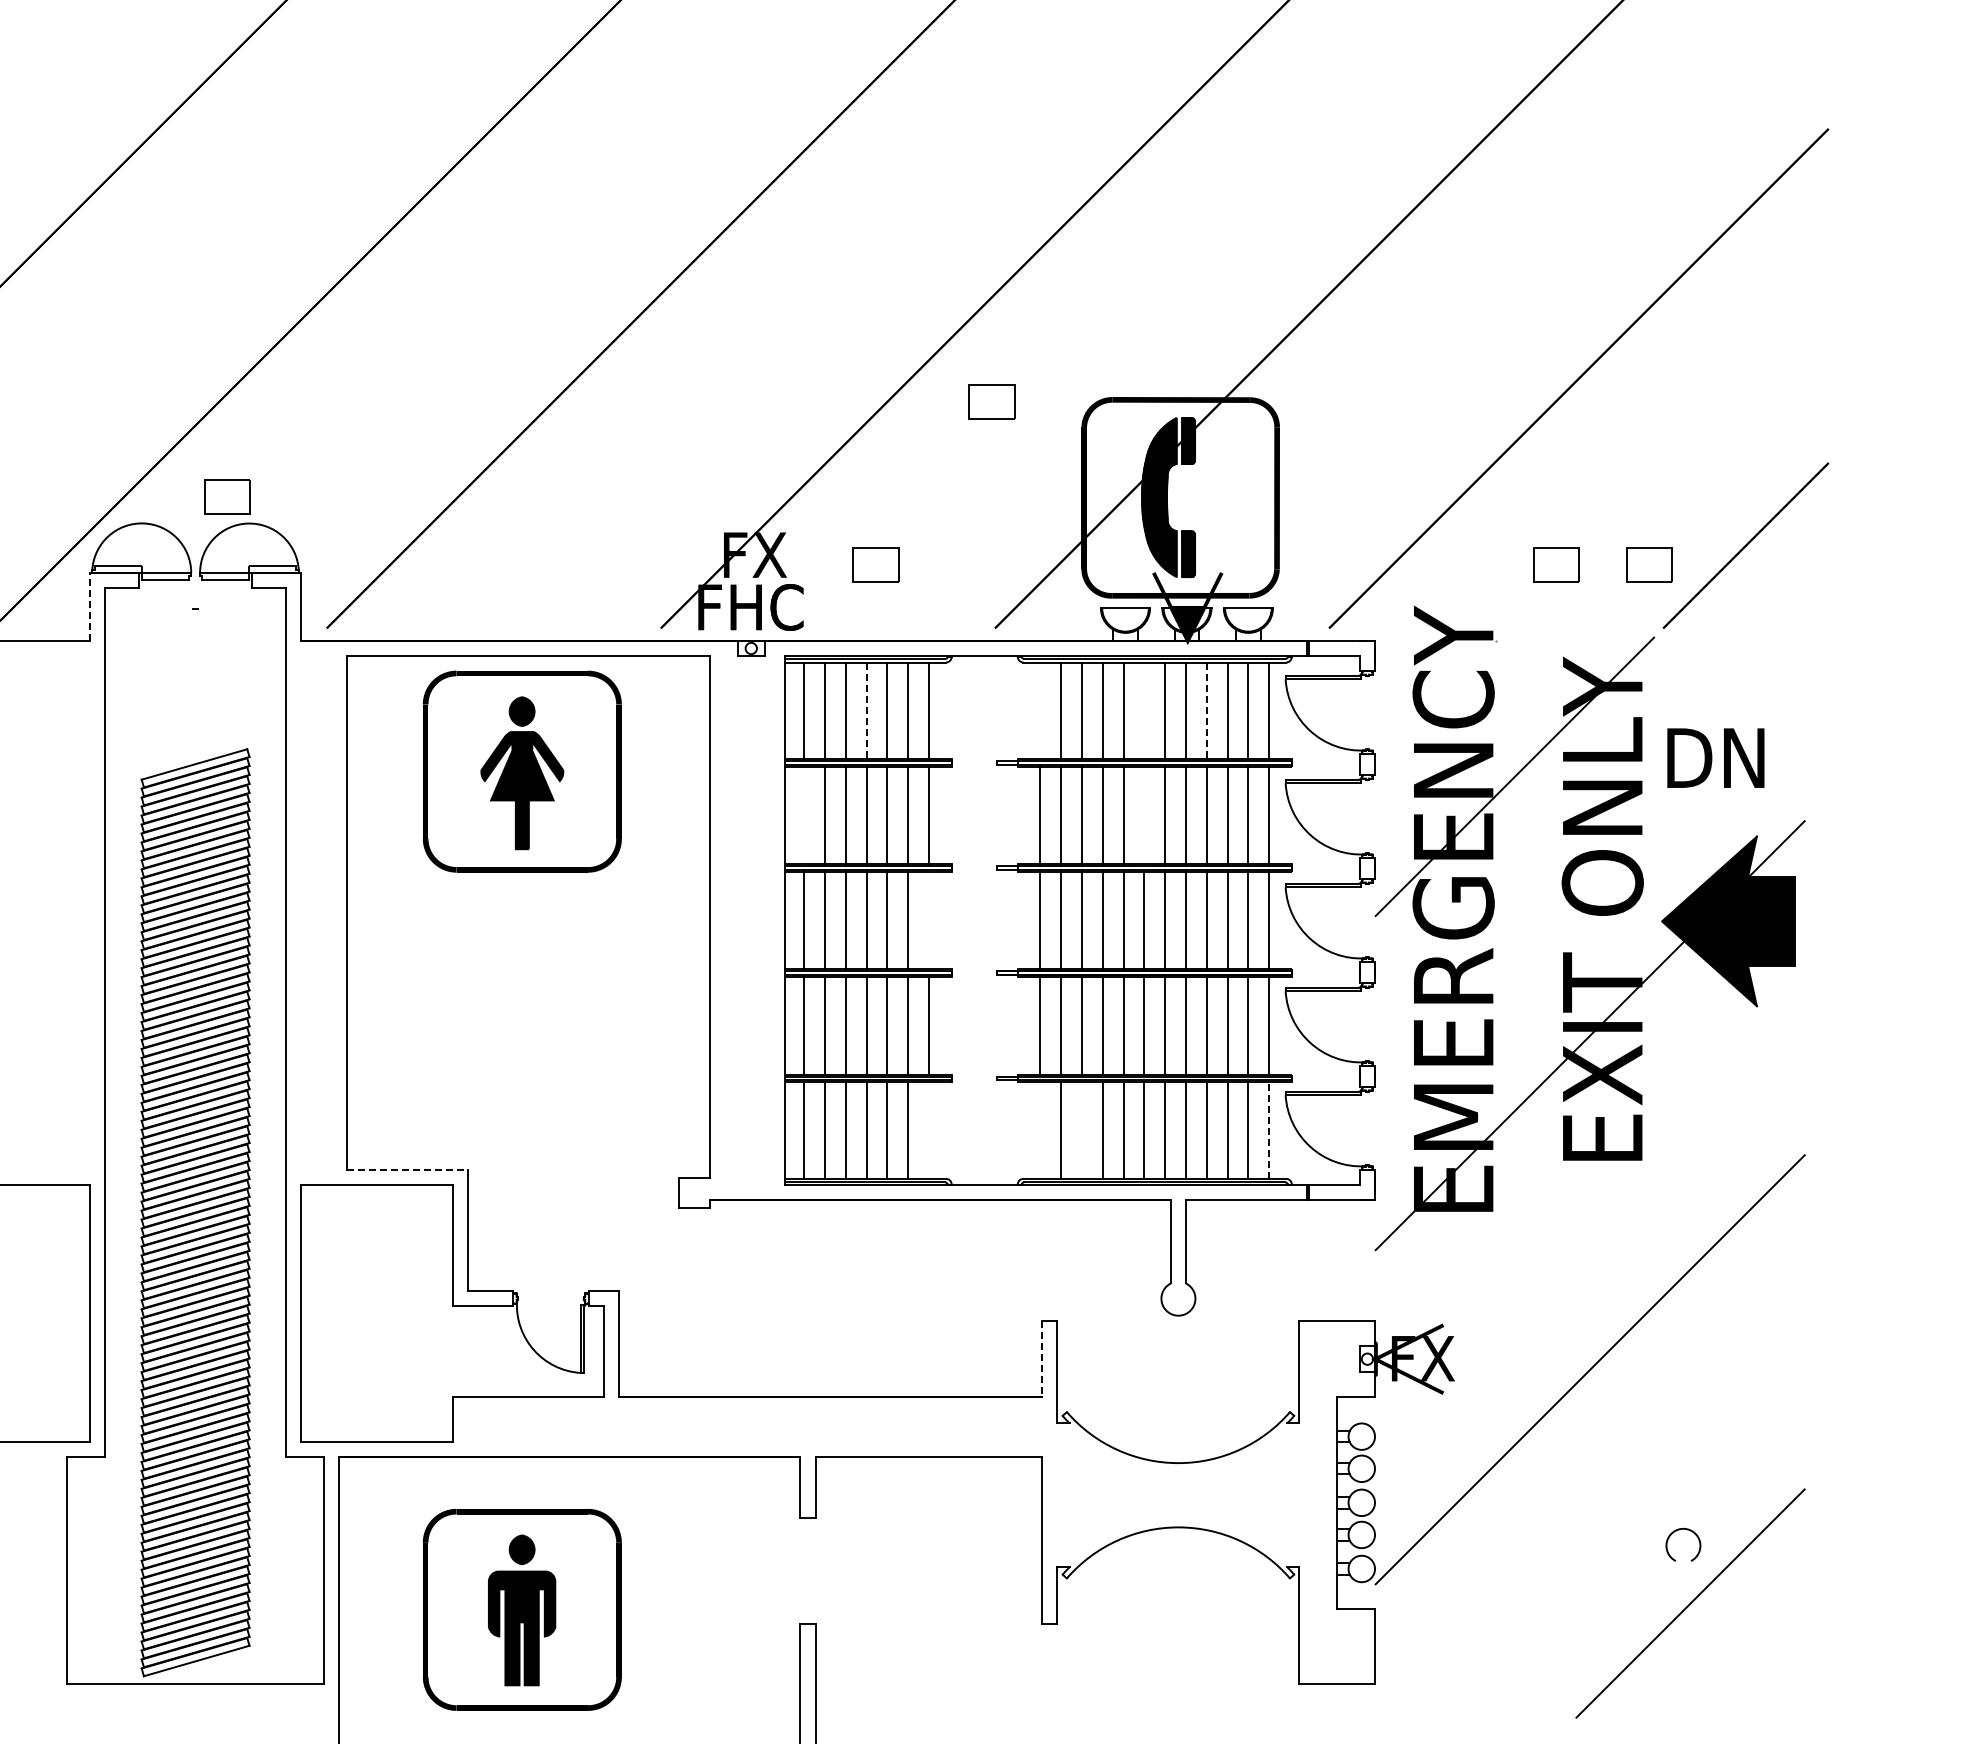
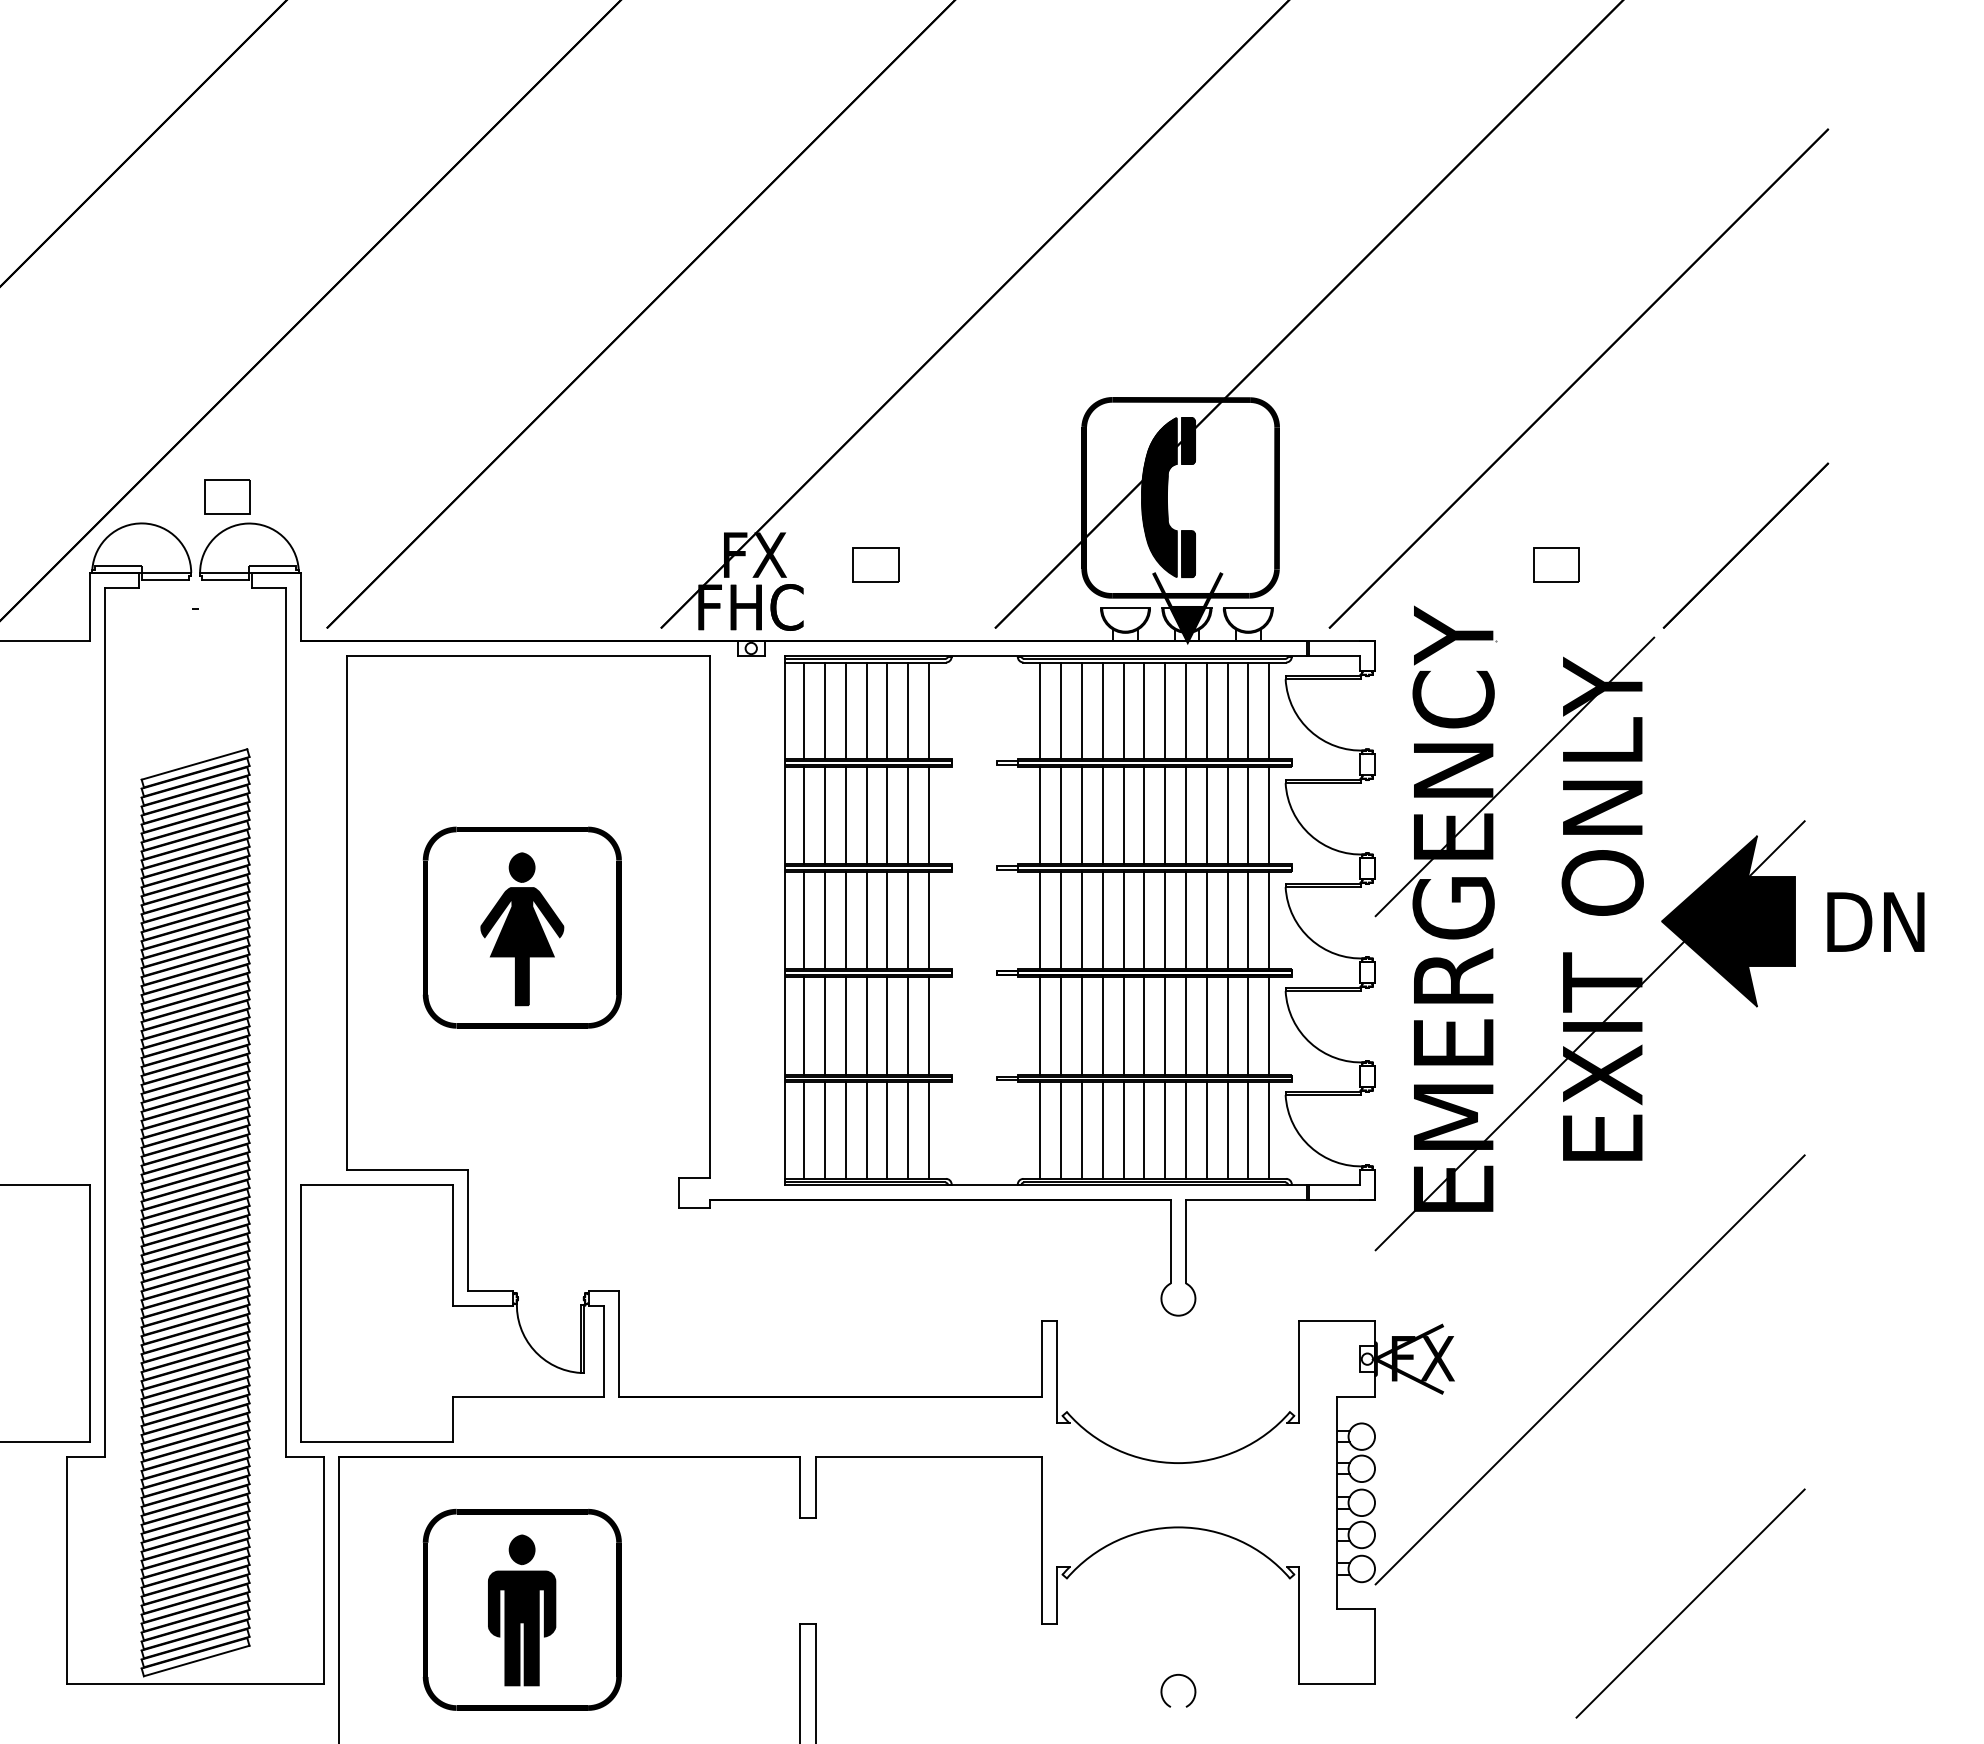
part at (991, 401): present -> none
part at (1649, 564): present -> none
line at (89, 606): dashed -> solid
line at (1040, 710): none -> present
line at (1144, 710): none -> present
line at (866, 711): dashed -> solid
line at (1206, 711): dashed -> solid
text at (1715, 757) position: (1715, 757) -> (1875, 921)
part at (521, 771) position: (521, 771) -> (521, 927)
line at (804, 815): none -> present
line at (1144, 815): none -> present
line at (929, 920): none -> present
line at (1269, 1129): dashed -> solid
line at (929, 1130): none -> present
line at (1040, 1130): none -> present
line at (1082, 1130): none -> present
line at (407, 1170): dashed -> solid
line at (1042, 1359): dashed -> solid
arc at (1686, 1530) position: (1686, 1530) -> (1181, 1676)
